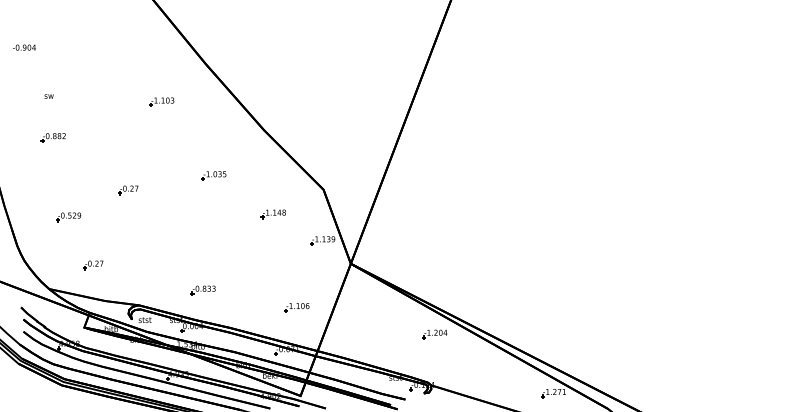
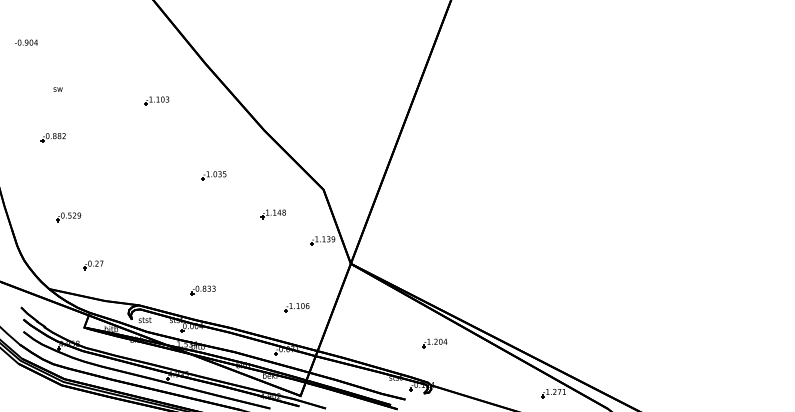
text at (24, 47) position: (24, 47) -> (26, 42)
text at (48, 96) position: (48, 96) -> (57, 89)
part at (161, 101) position: (161, 101) -> (156, 100)
part at (128, 190): present -> none
part at (434, 334) position: (434, 334) -> (434, 343)
